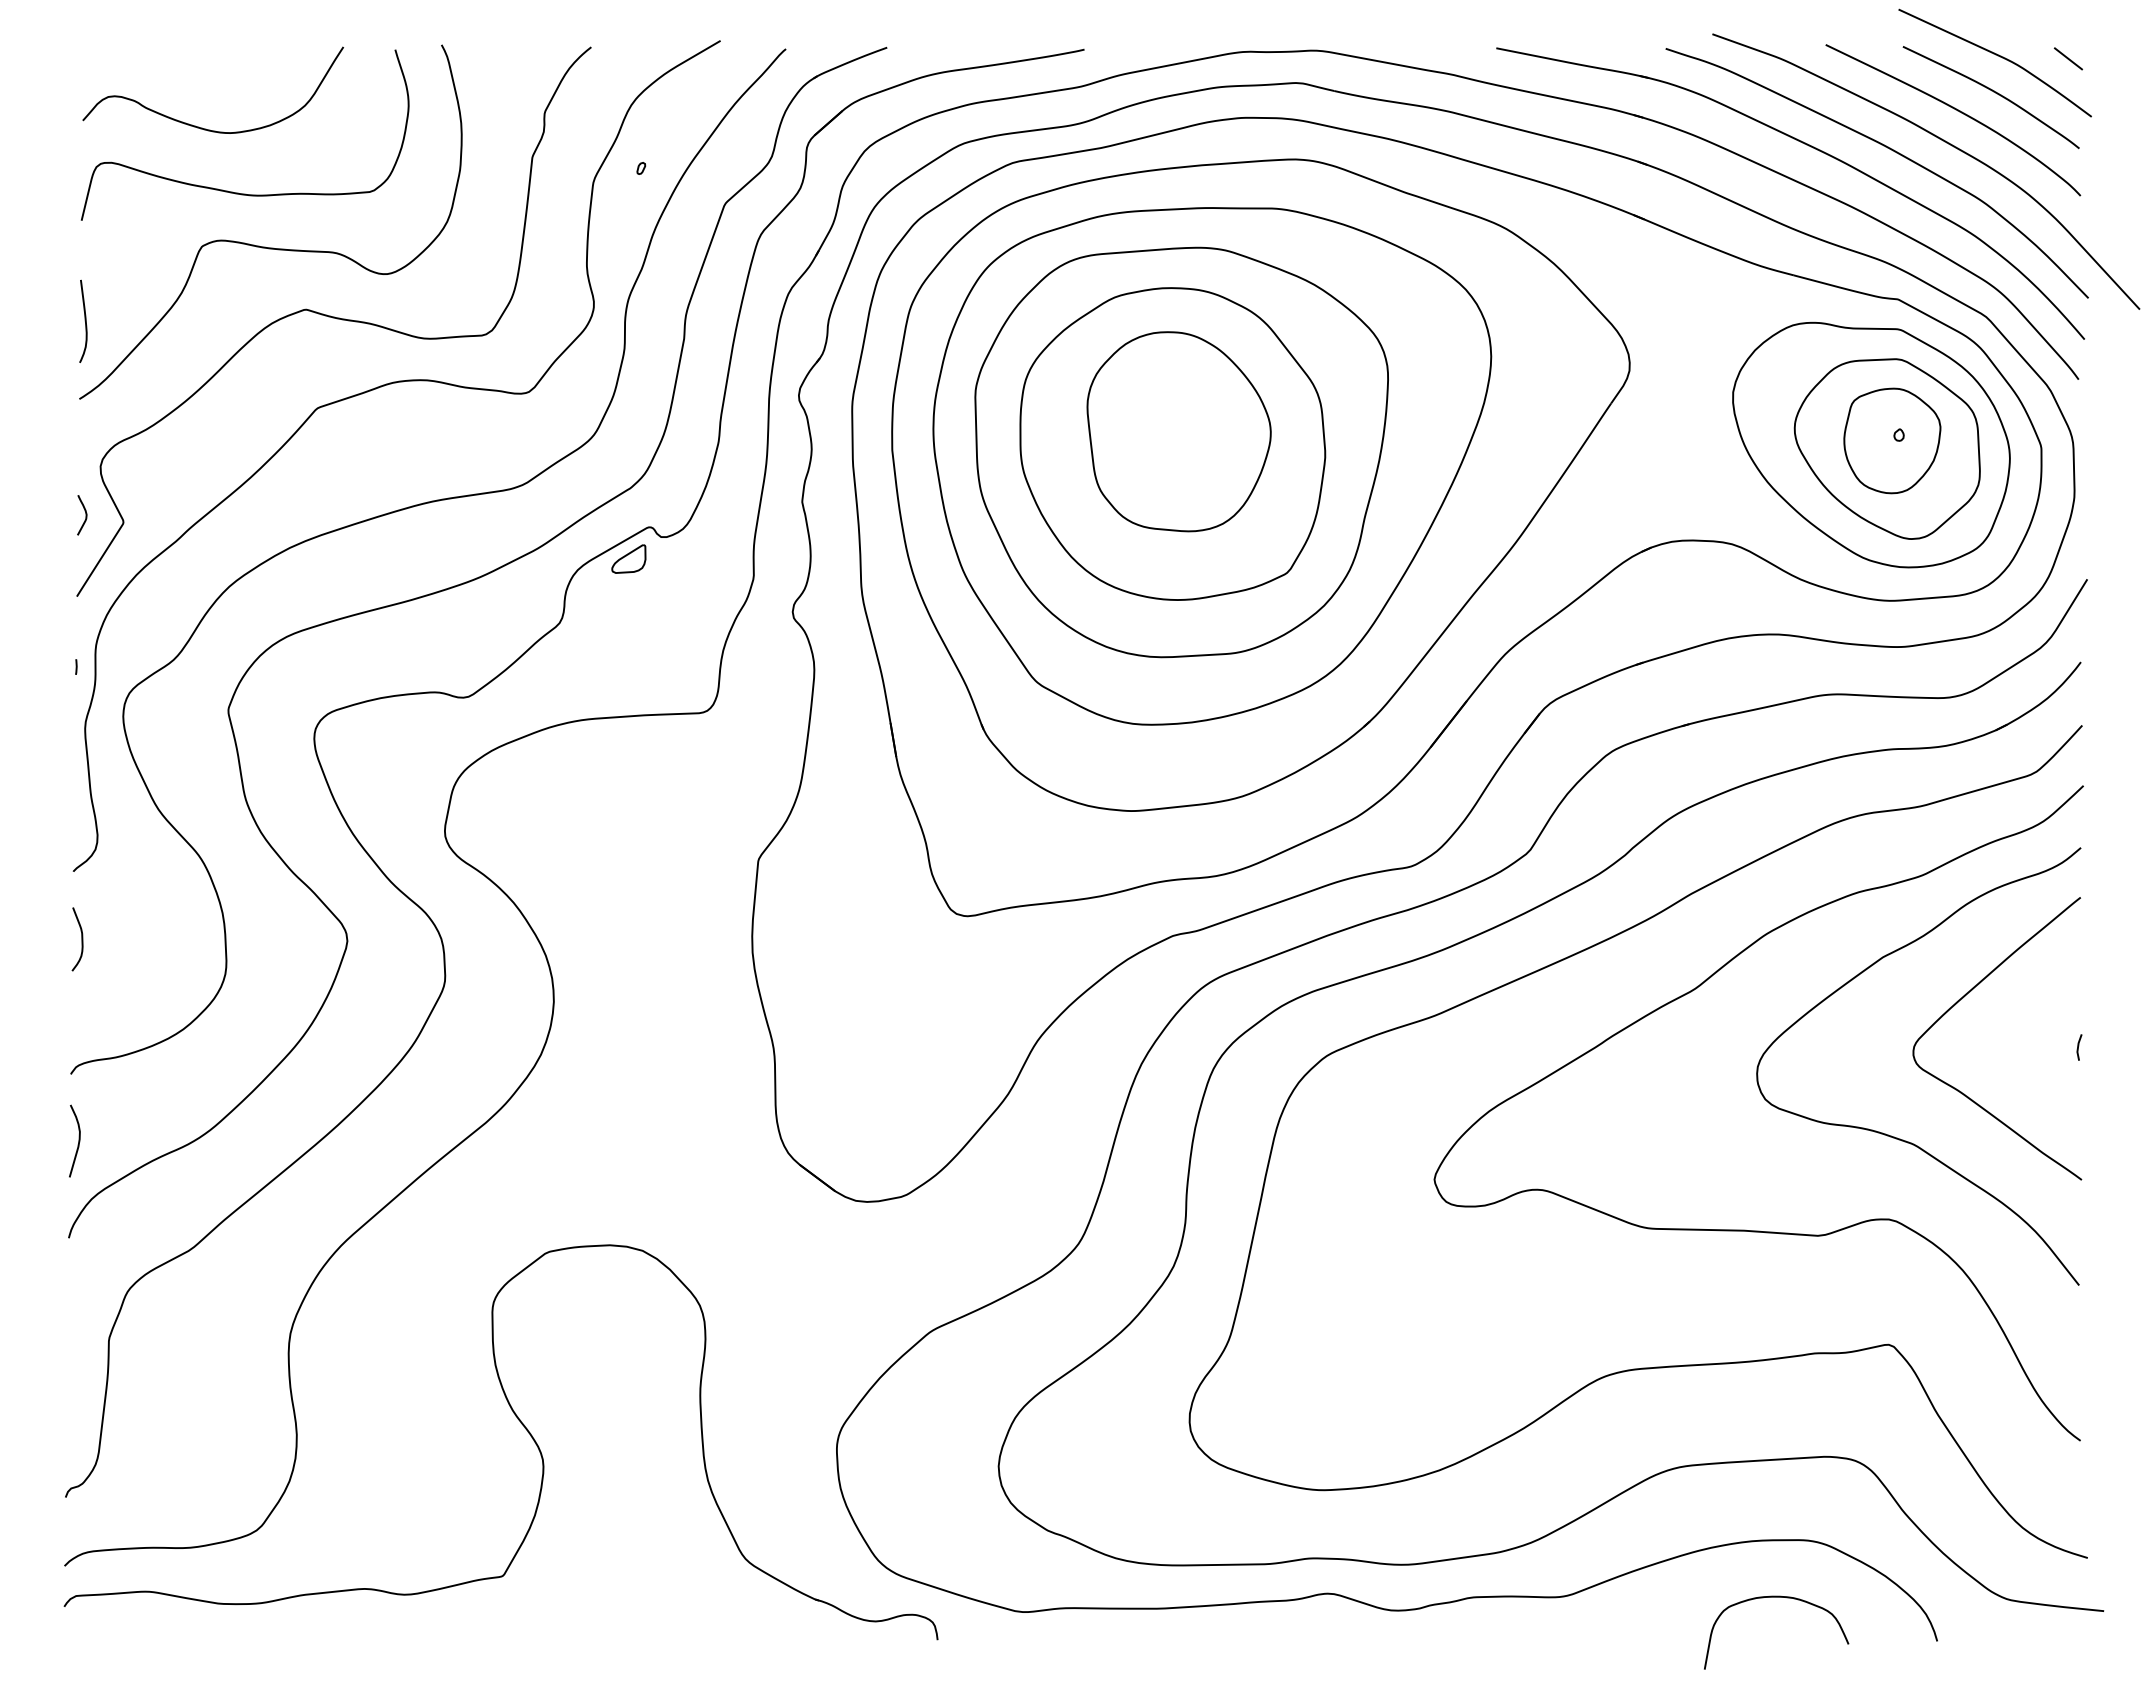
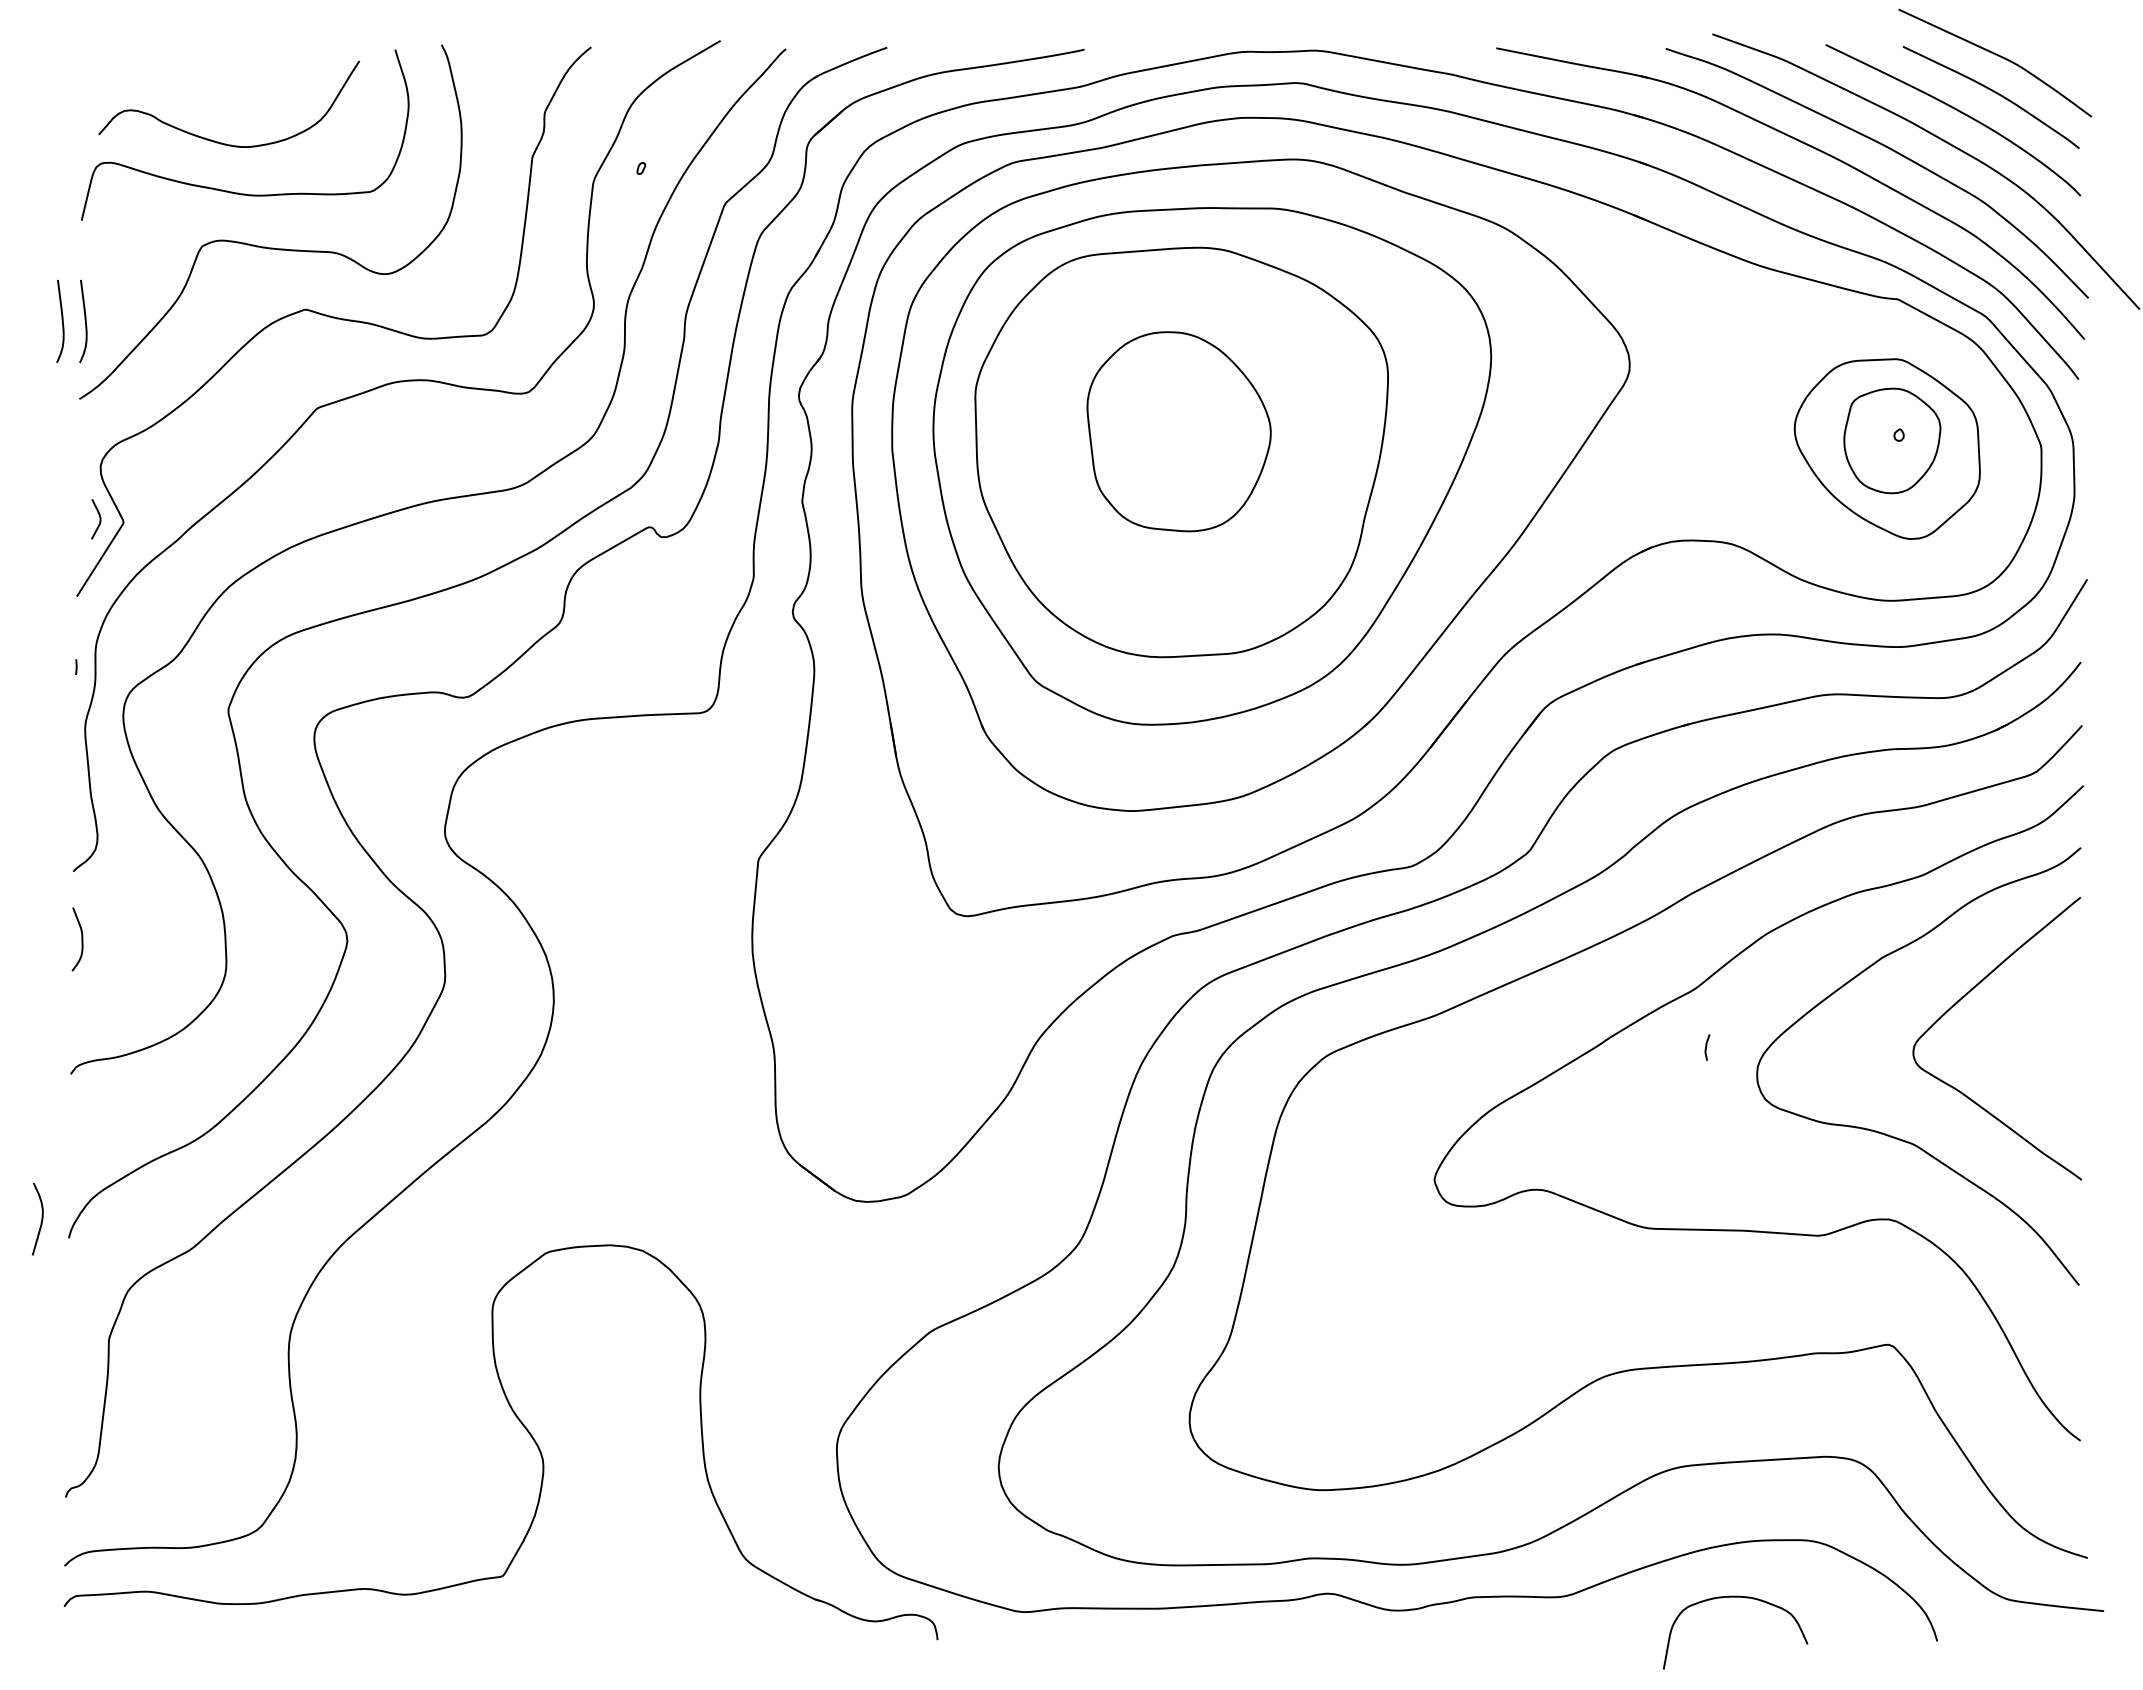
line at (2067, 58): present -> none
curve at (202, 127) position: (202, 127) -> (218, 141)
curve at (61, 320): none -> present
part at (1172, 443): present -> none
part at (1871, 444): present -> none
curve at (85, 515) position: (85, 515) -> (99, 519)
part at (628, 558): present -> none
line at (2079, 1046) position: (2079, 1046) -> (1707, 1046)
curve at (78, 1140) position: (78, 1140) -> (41, 1218)
curve at (1776, 1597) position: (1776, 1597) -> (1735, 1597)
